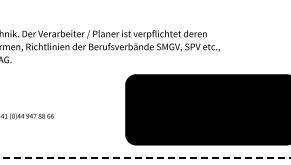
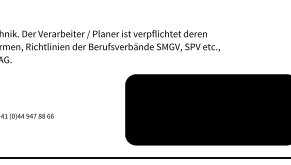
line at (145, 157): dashed -> solid
